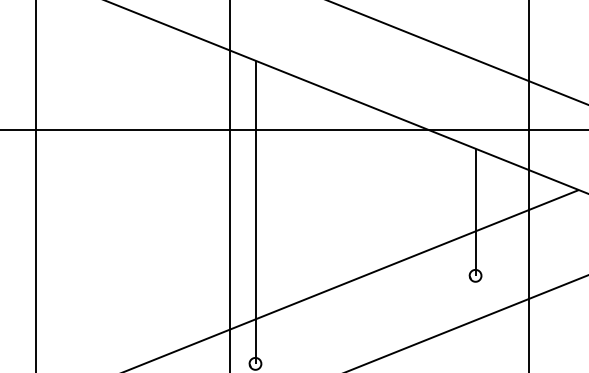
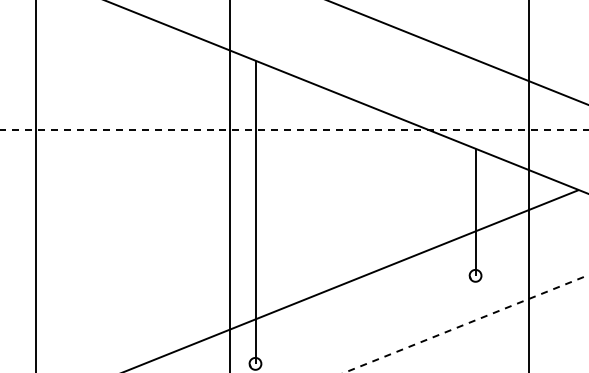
line at (294, 130): solid -> dashed
line at (466, 323): solid -> dashed
